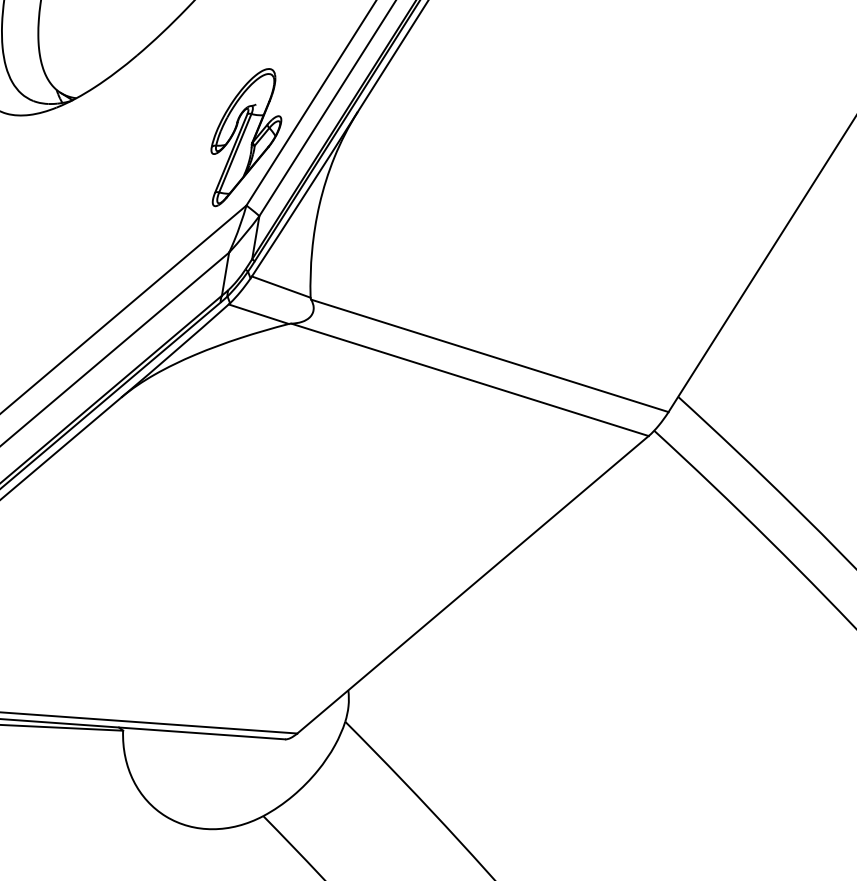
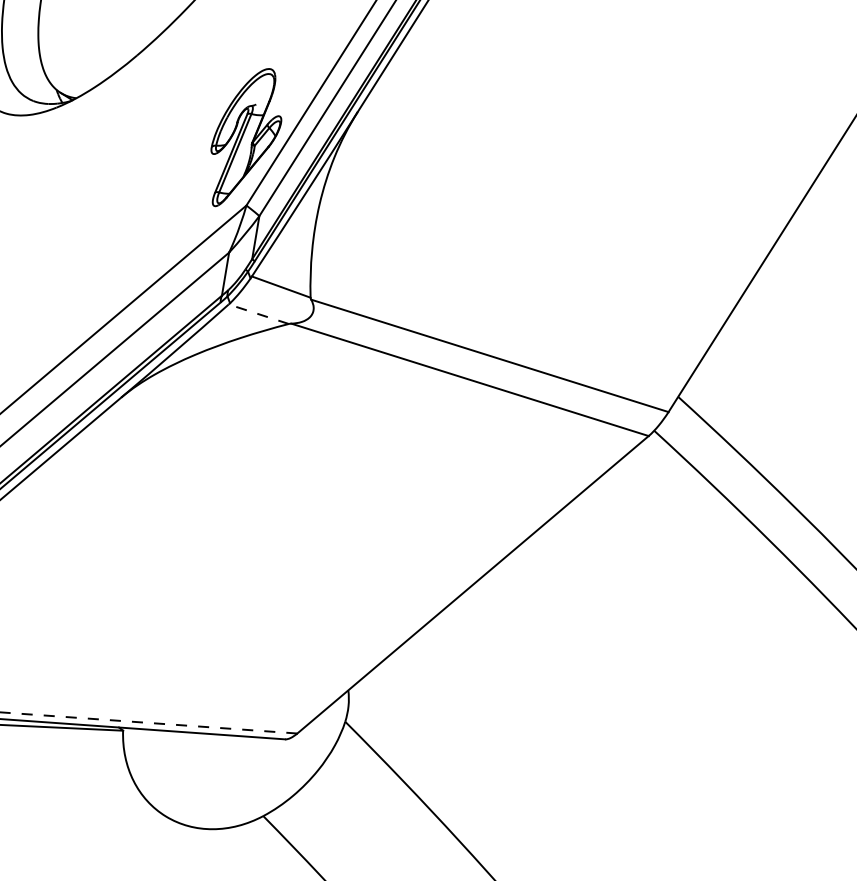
line at (258, 314): solid -> dashed
line at (149, 722): solid -> dashed
